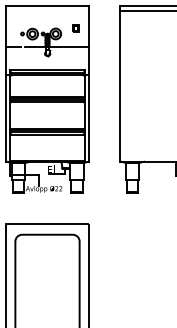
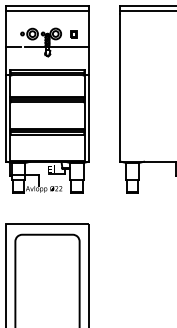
line at (47, 11): none -> present
part at (75, 28) position: (75, 28) -> (73, 34)
